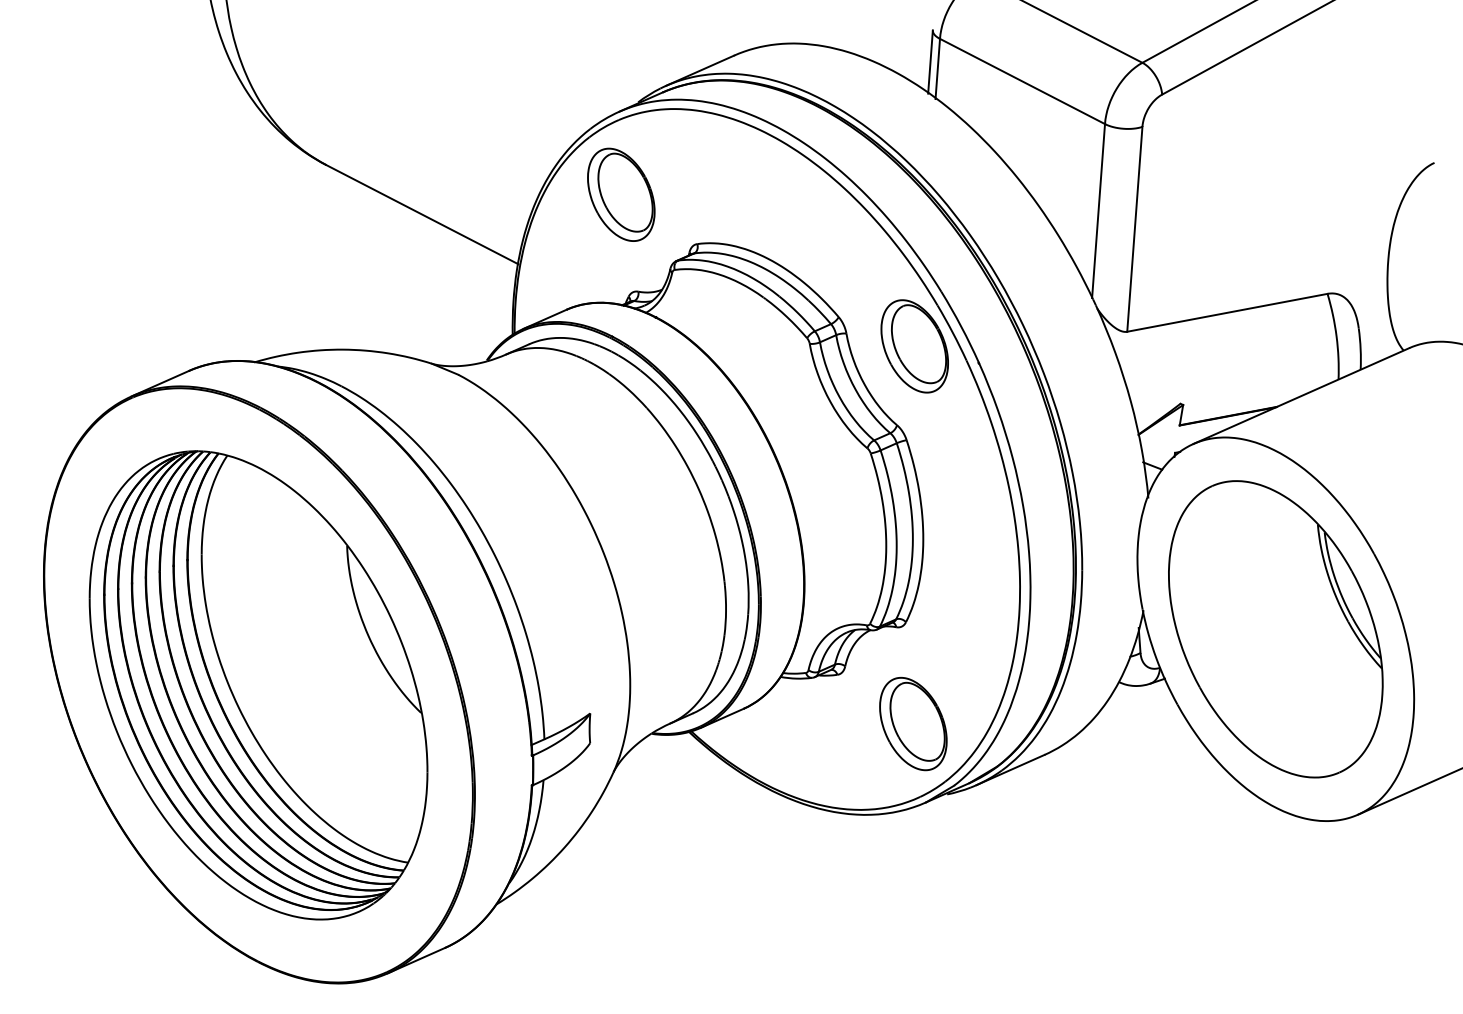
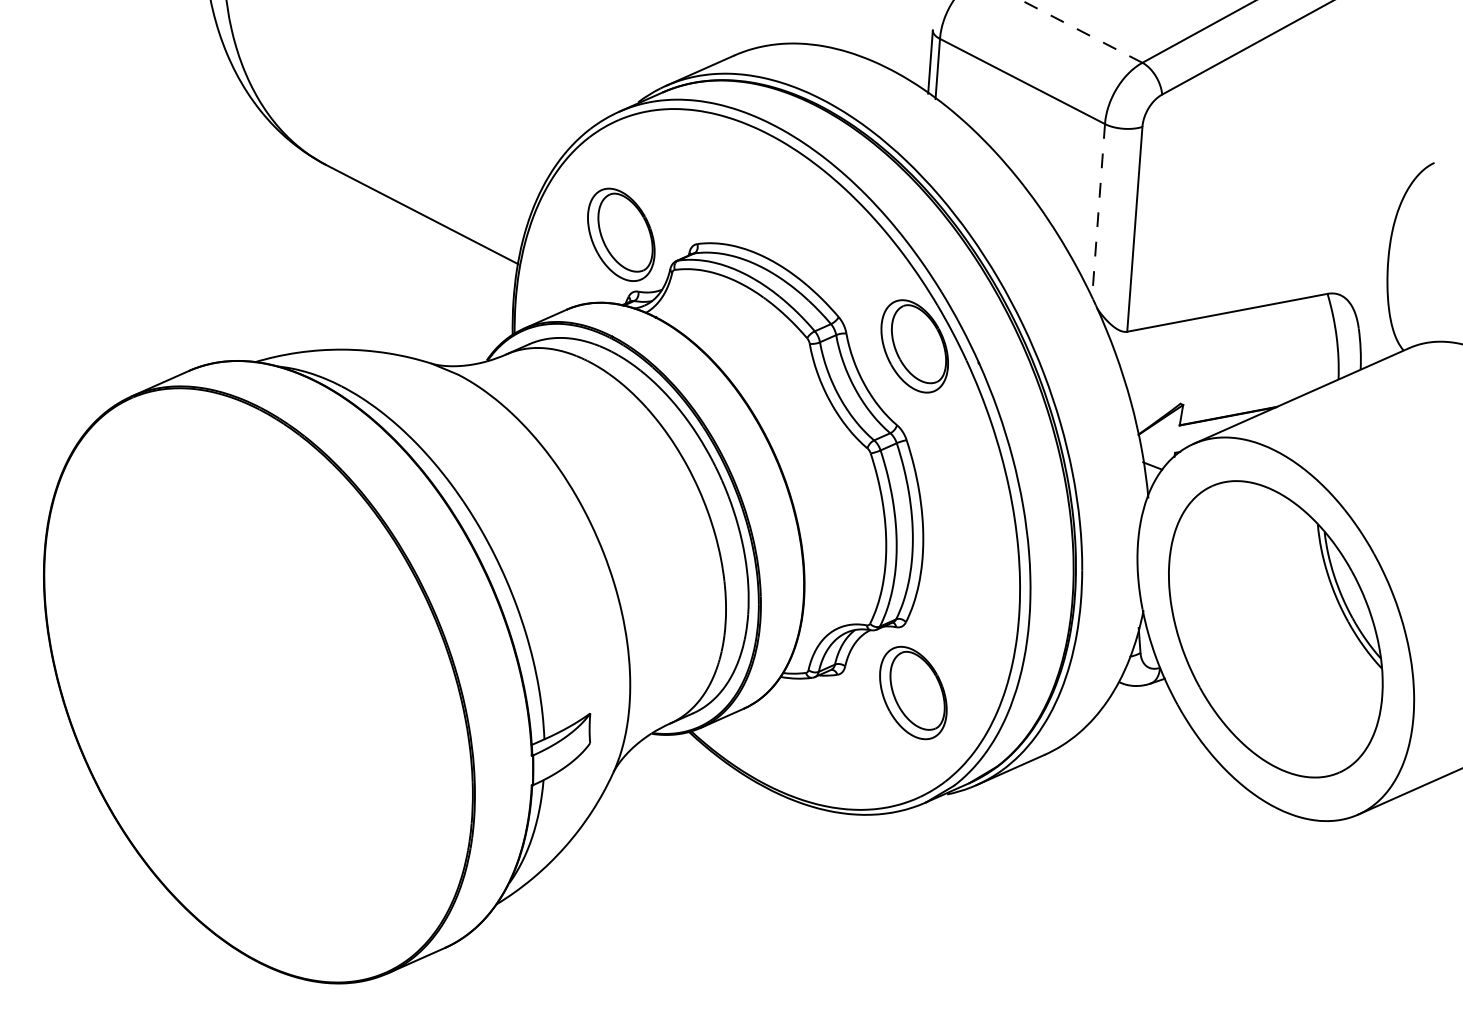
line at (1081, 31): solid -> dashed
part at (621, 194) position: (621, 194) -> (621, 234)
line at (1098, 211): solid -> dashed
part at (258, 685): present -> none
part at (913, 723) position: (913, 723) -> (913, 692)
